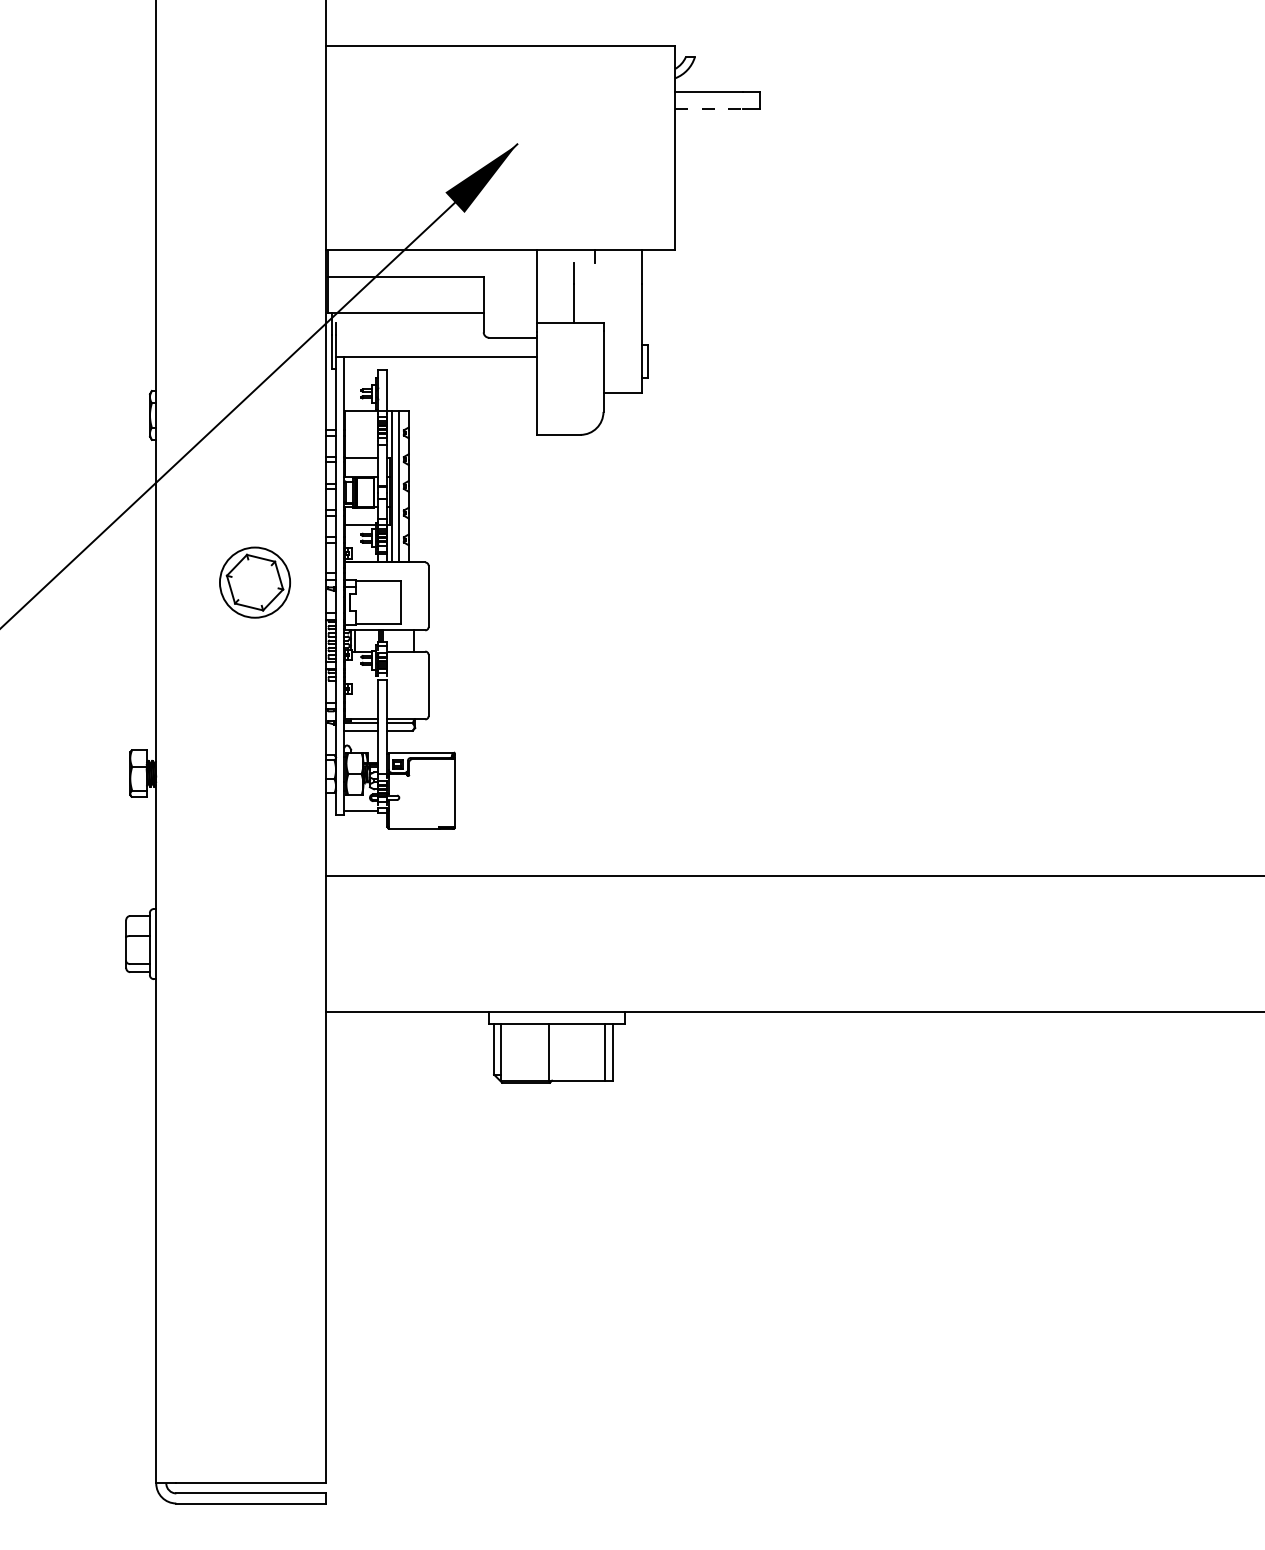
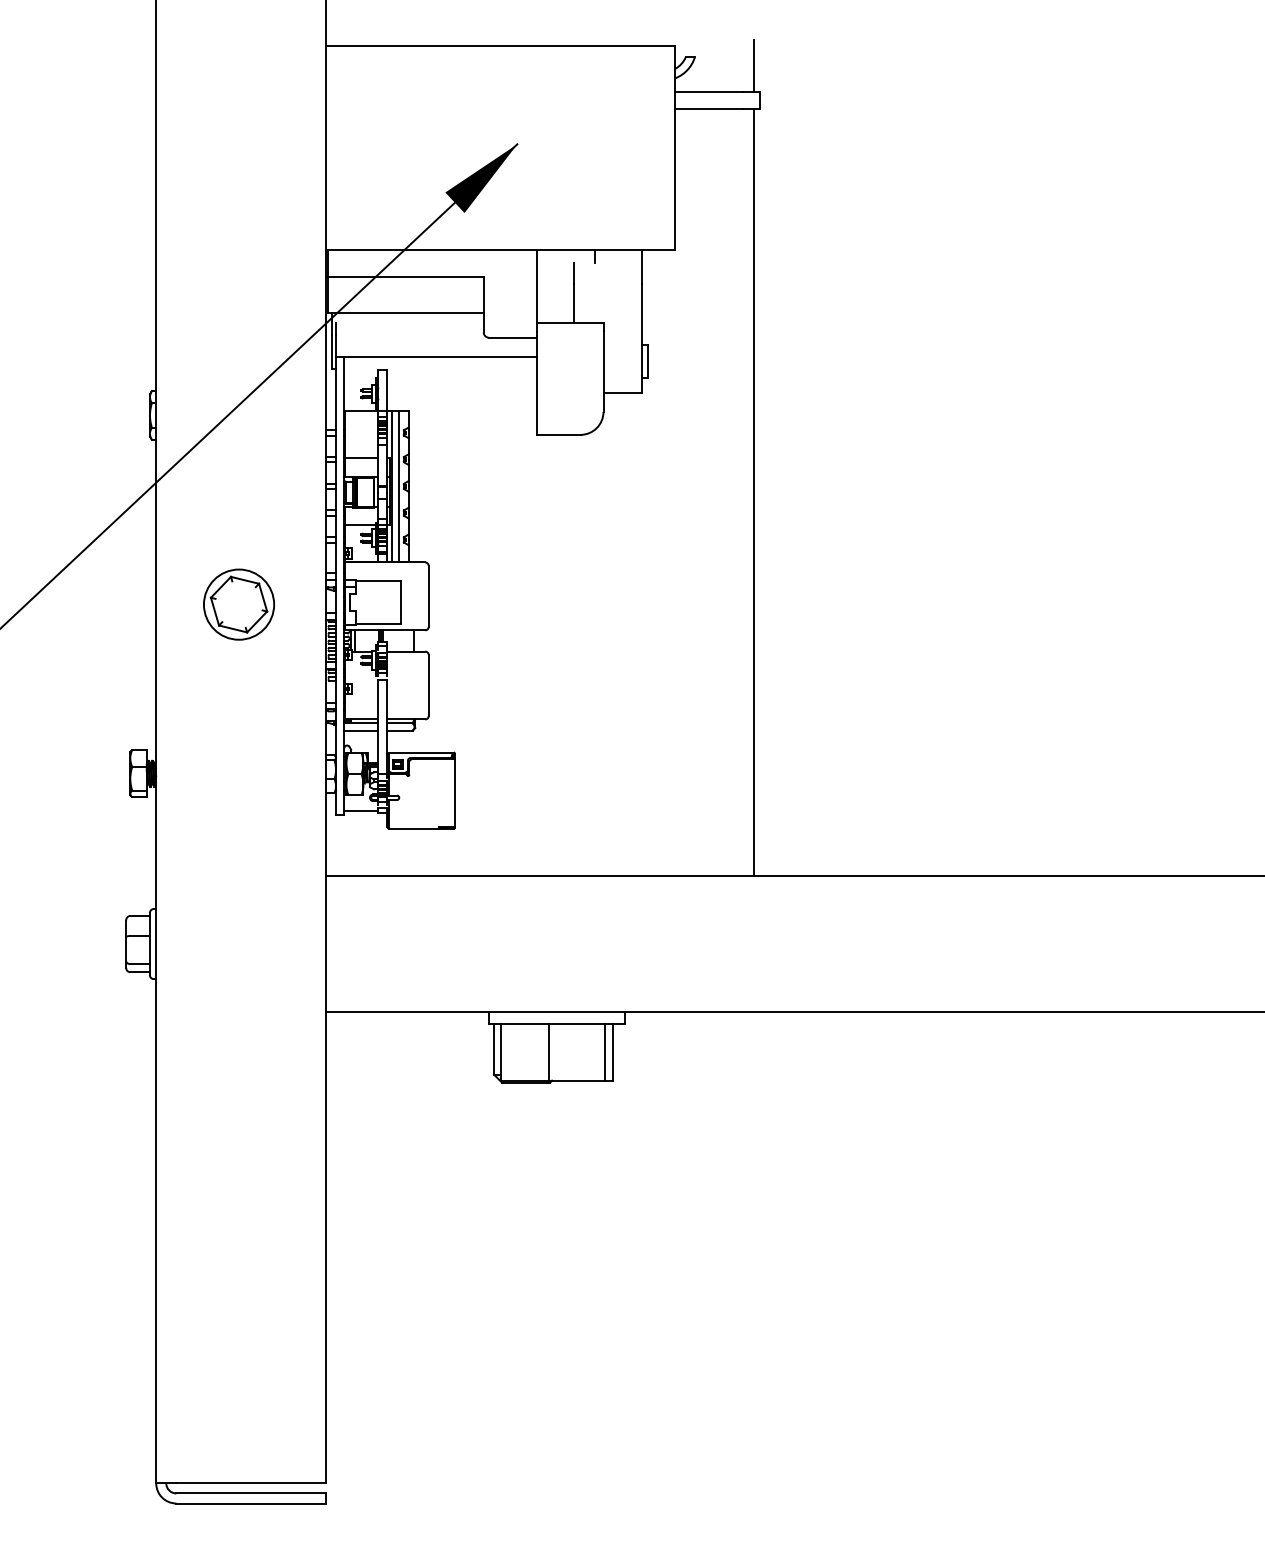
line at (753, 65): none -> present
line at (709, 108): dashed -> solid
line at (753, 492): none -> present
part at (254, 582) position: (254, 582) -> (238, 604)
